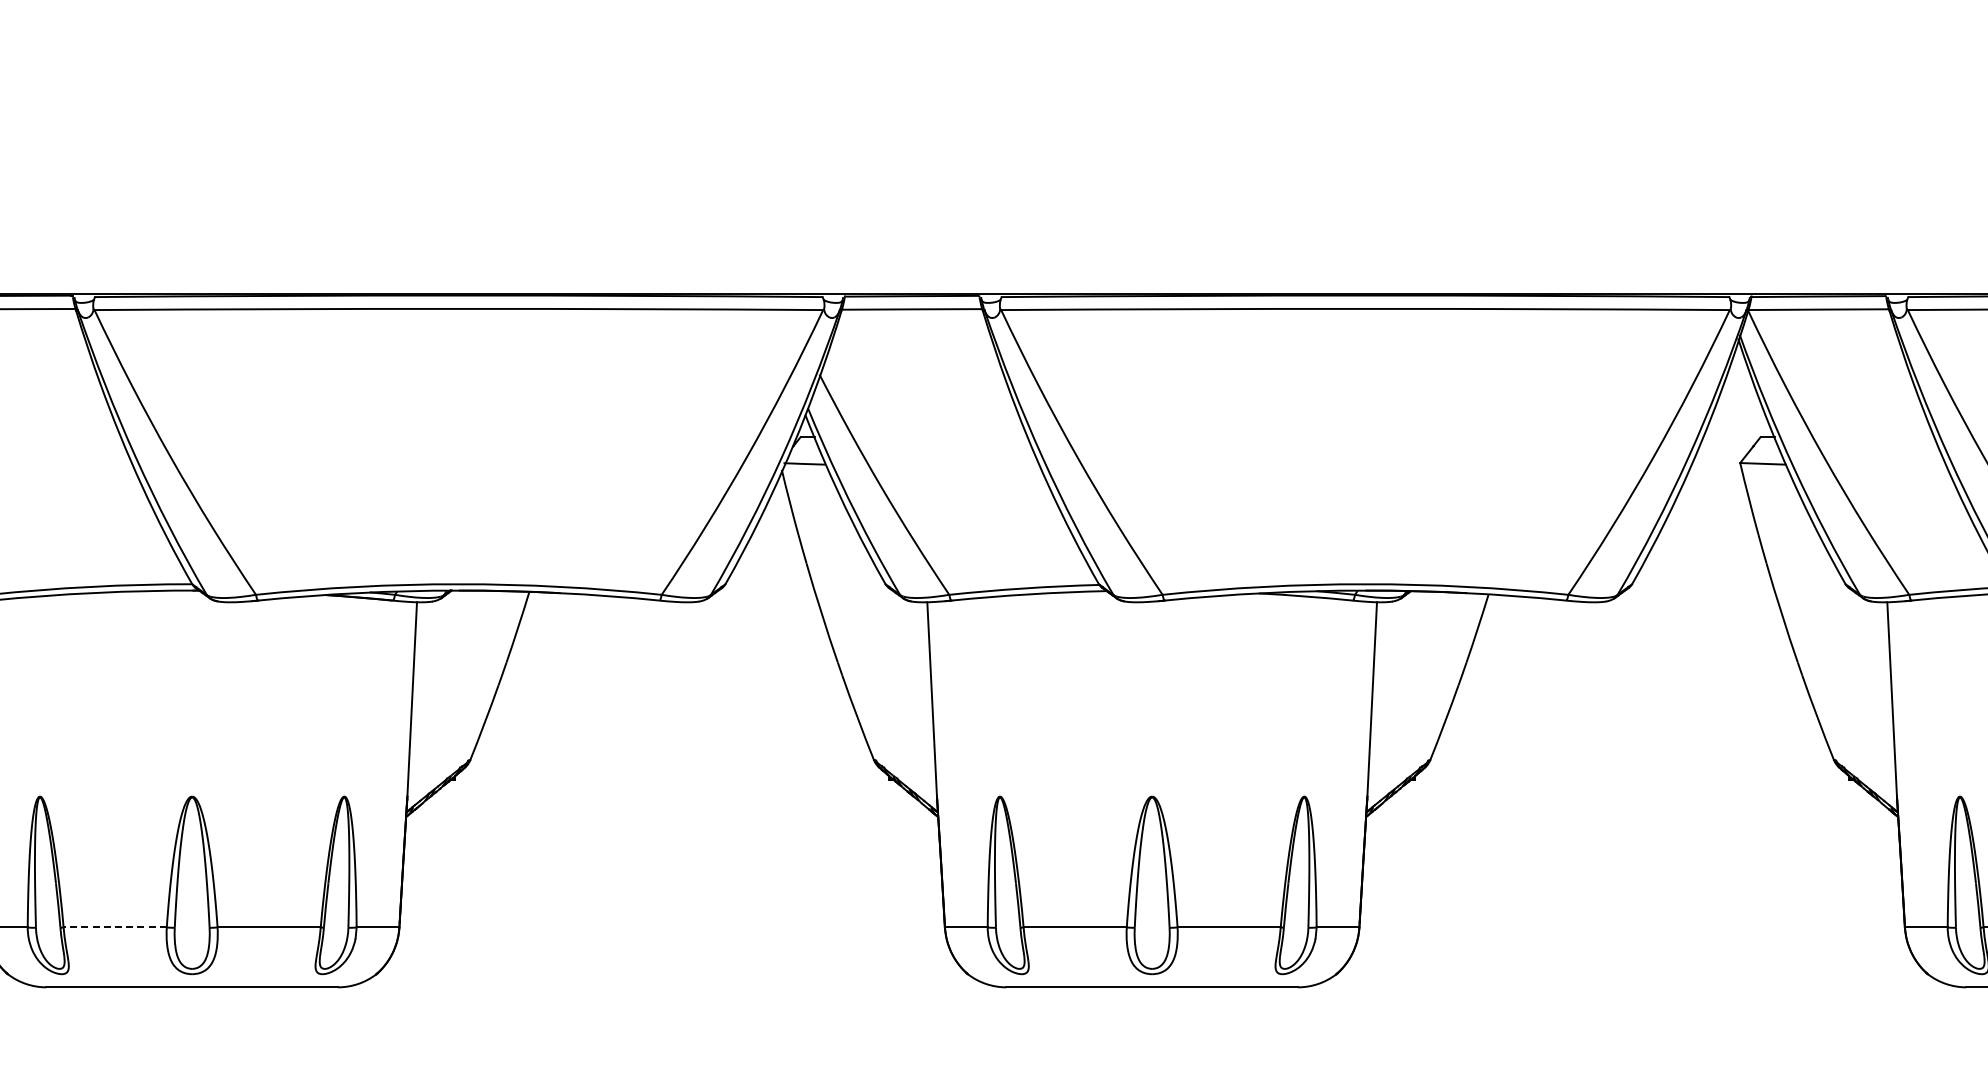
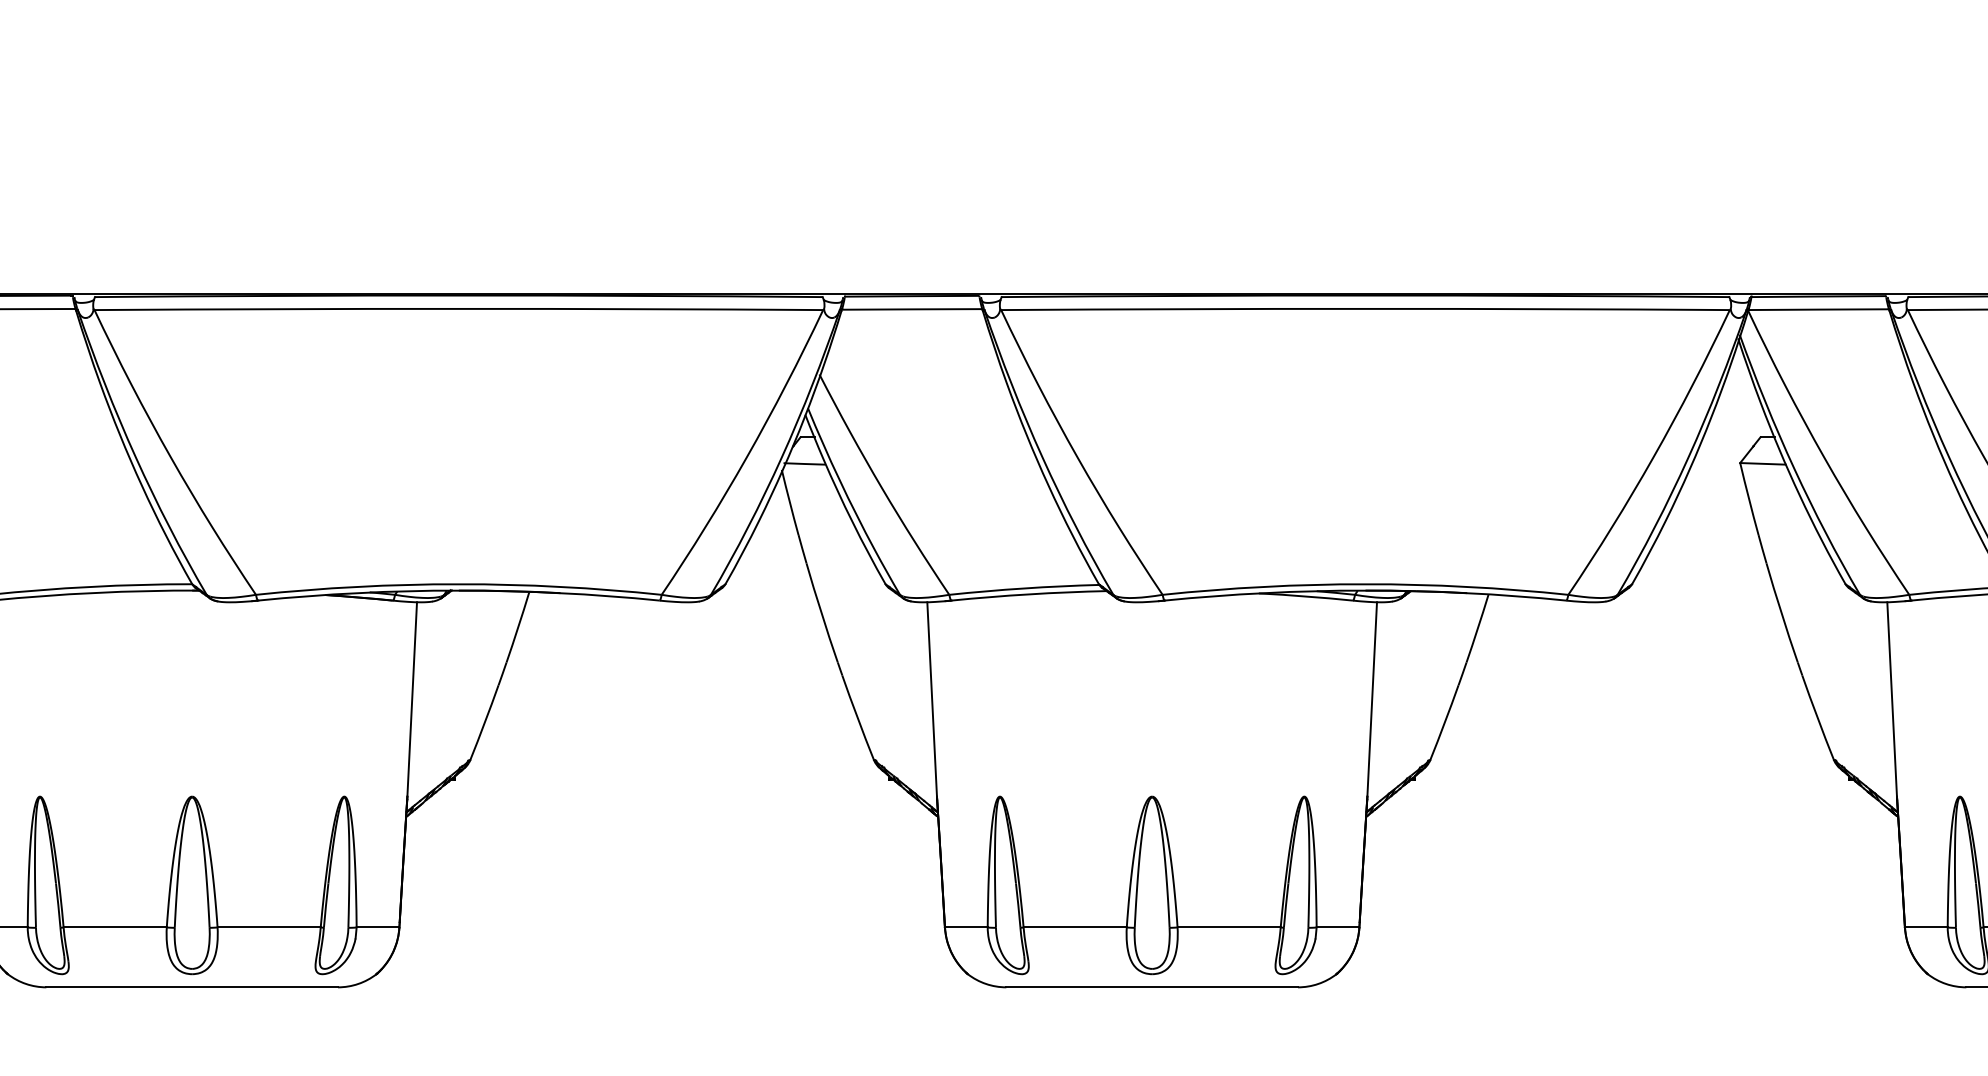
line at (115, 927): dashed -> solid
